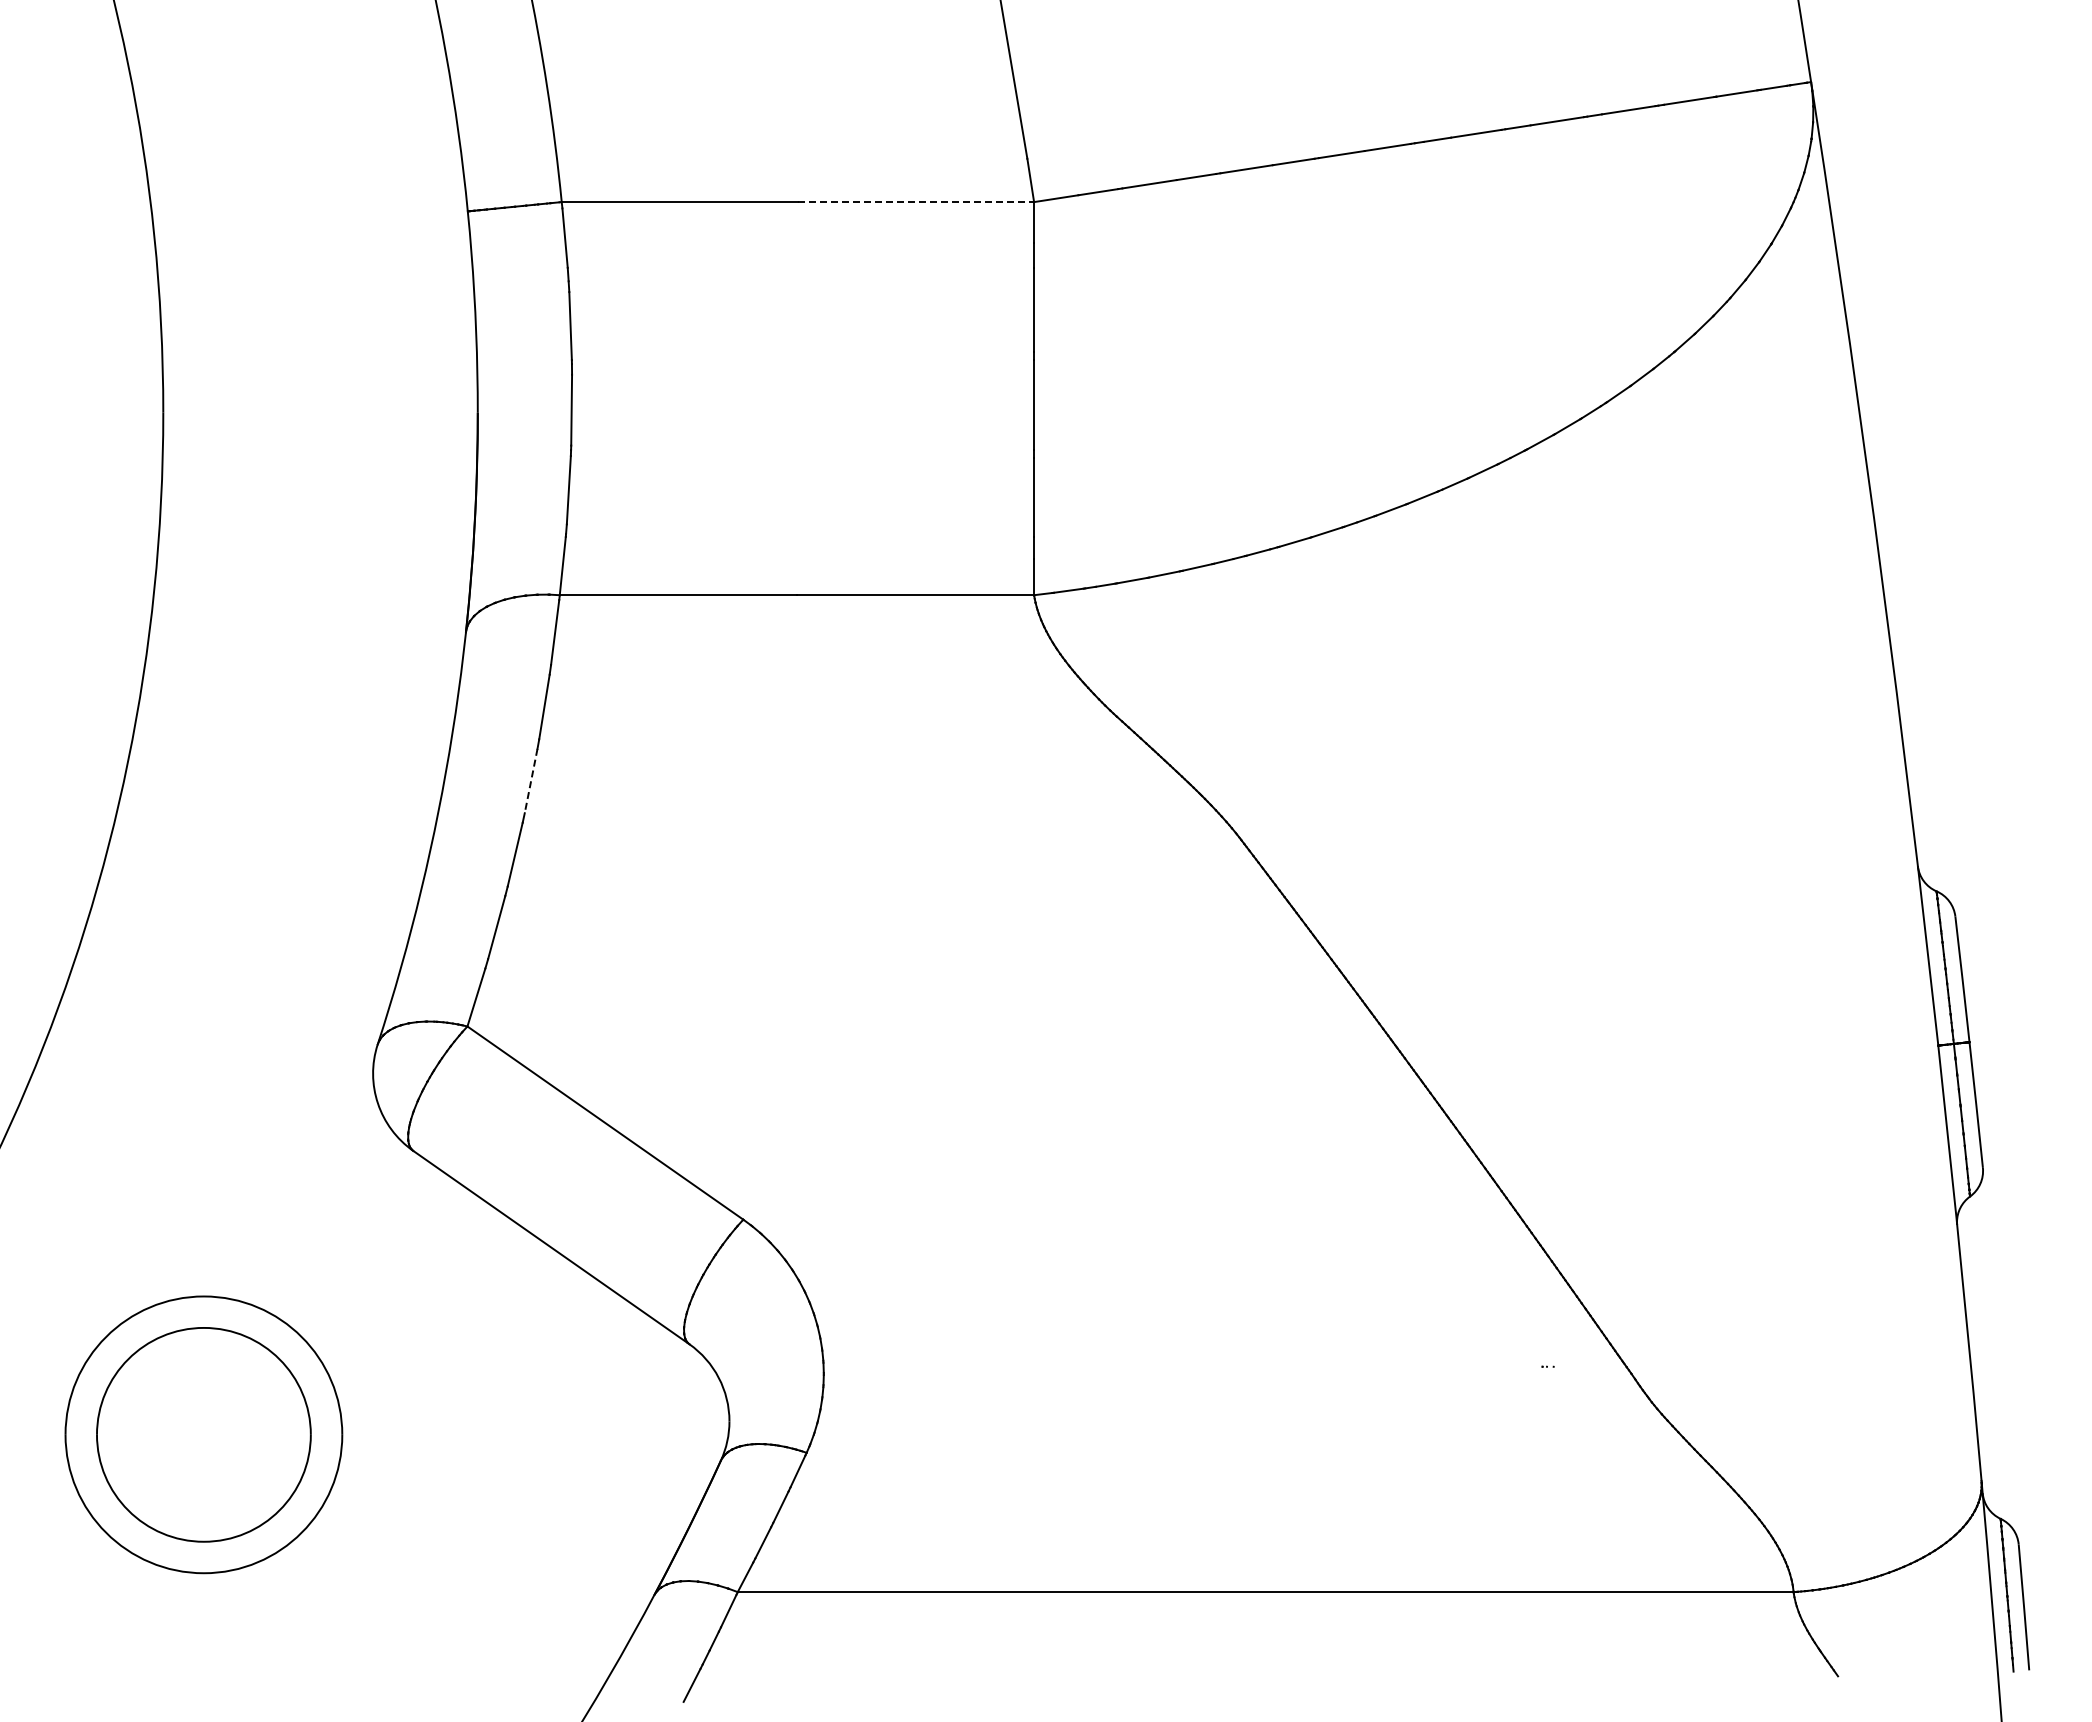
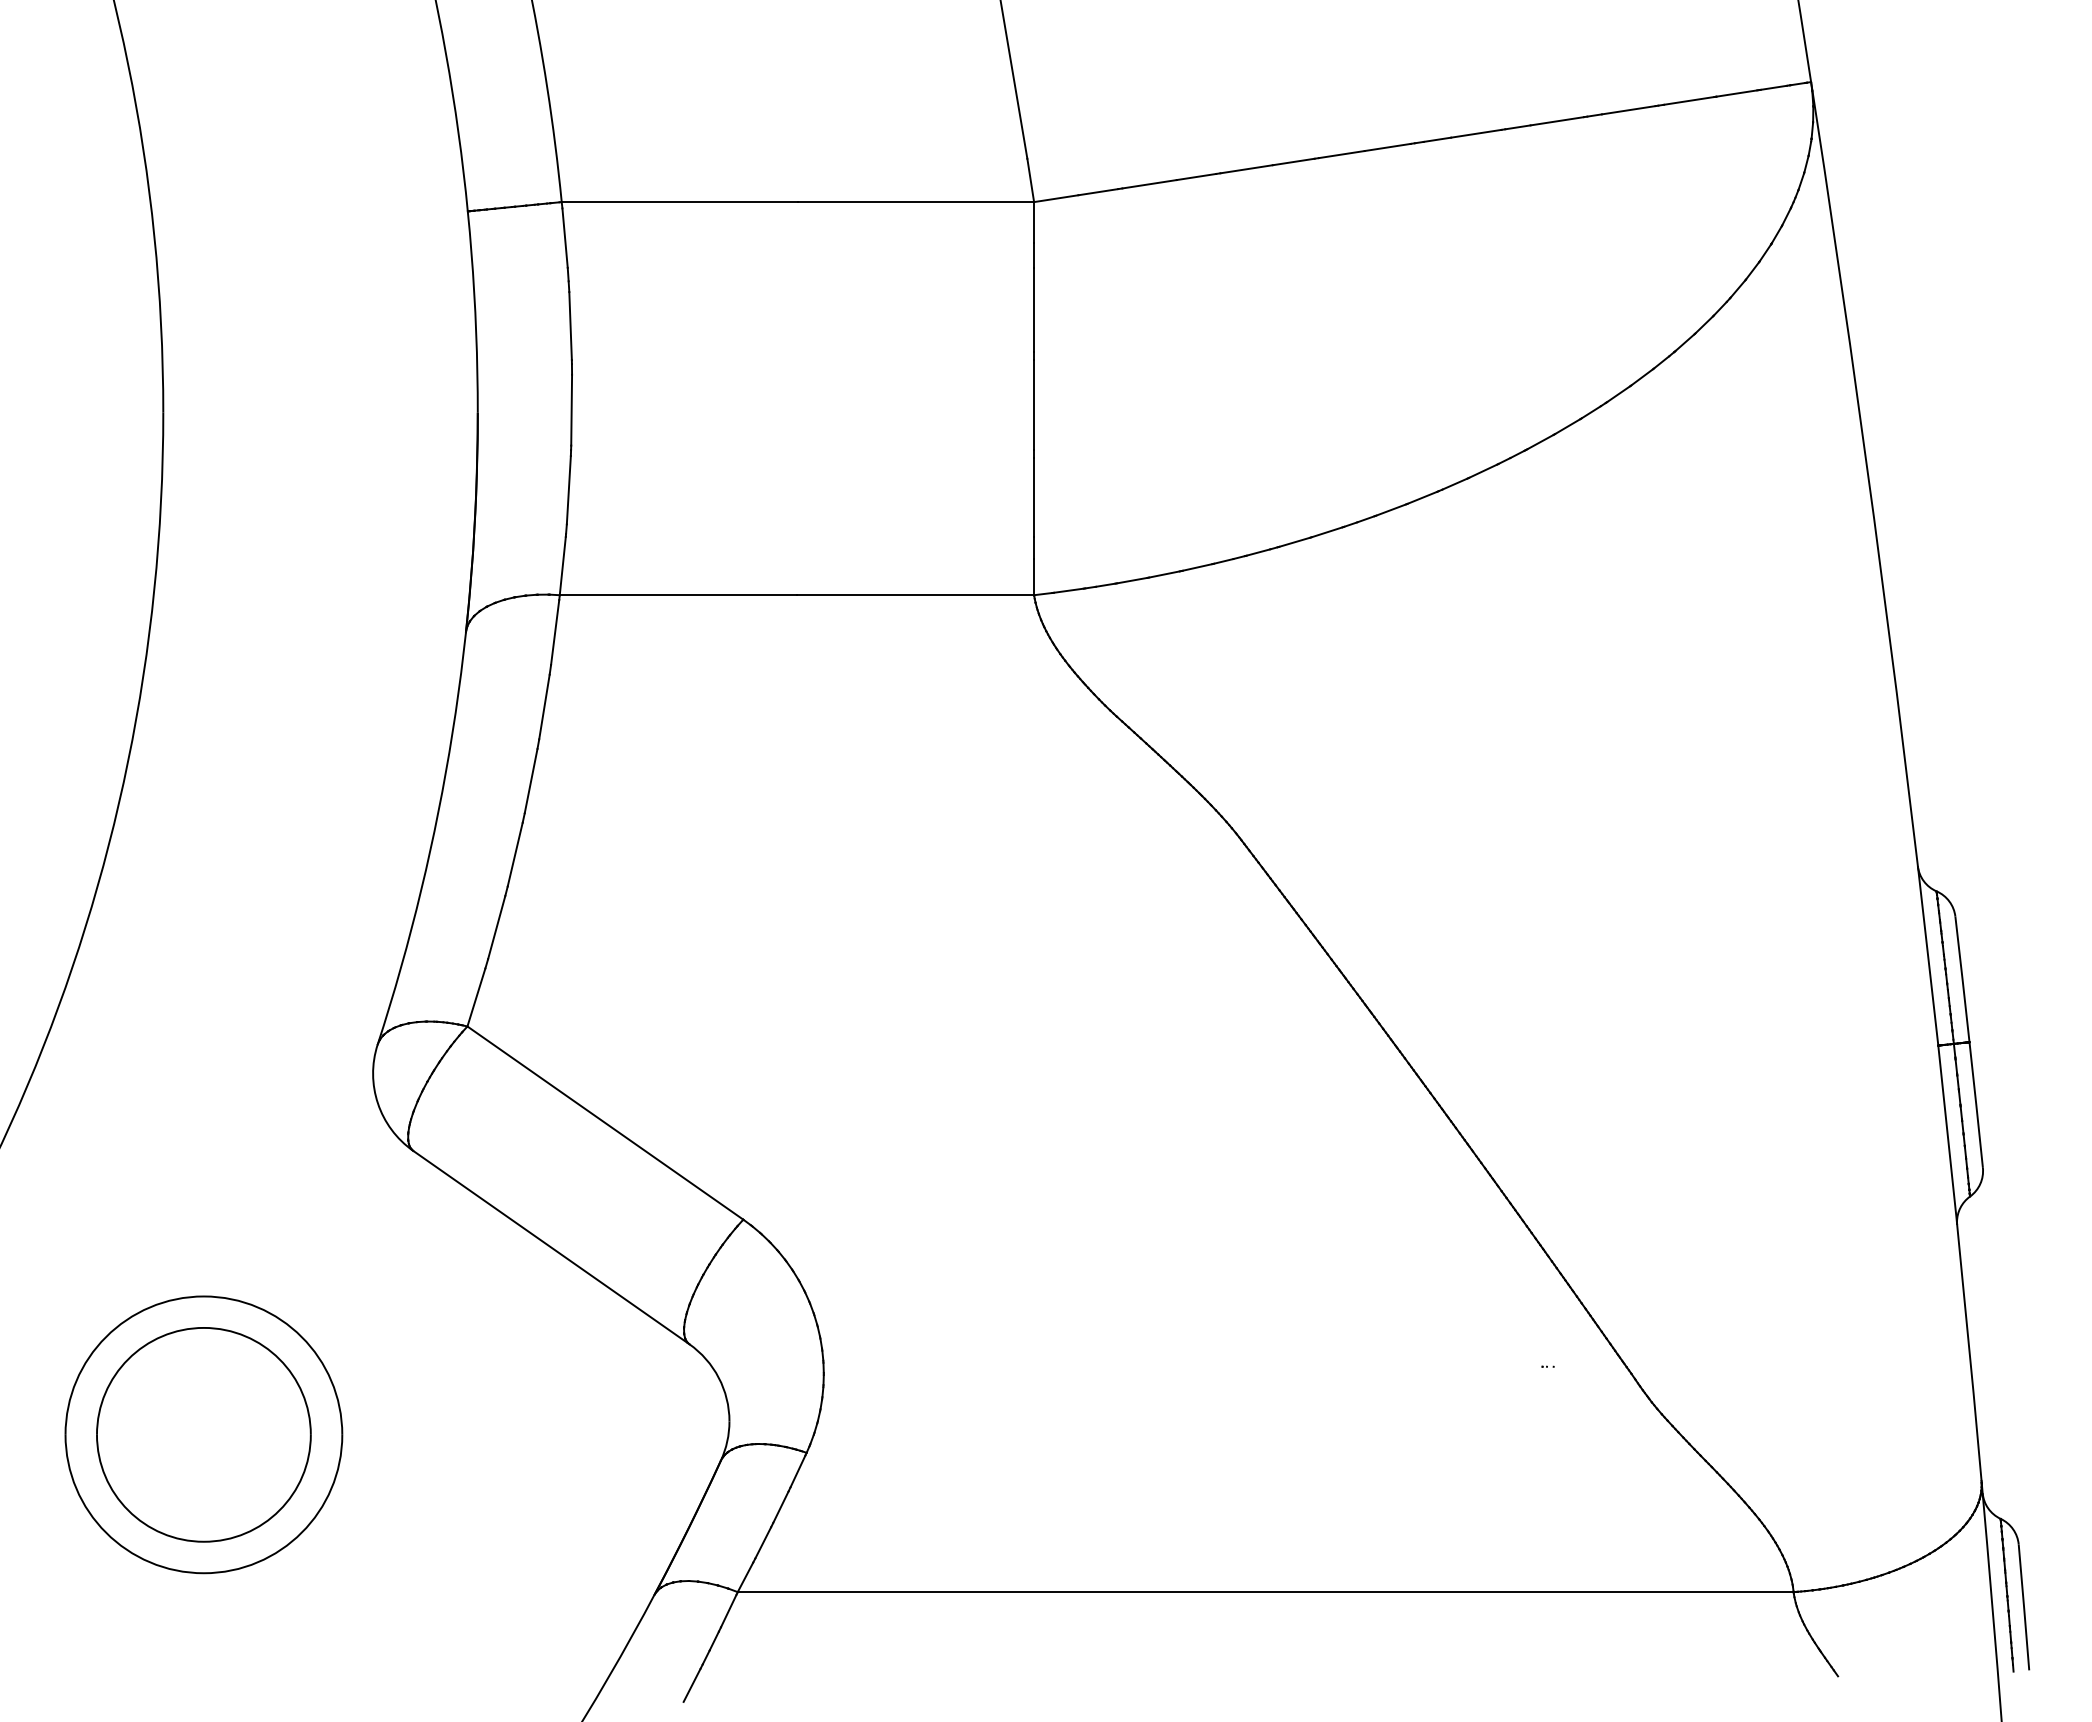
line at (916, 202): dashed -> solid
line at (531, 781): dashed -> solid
